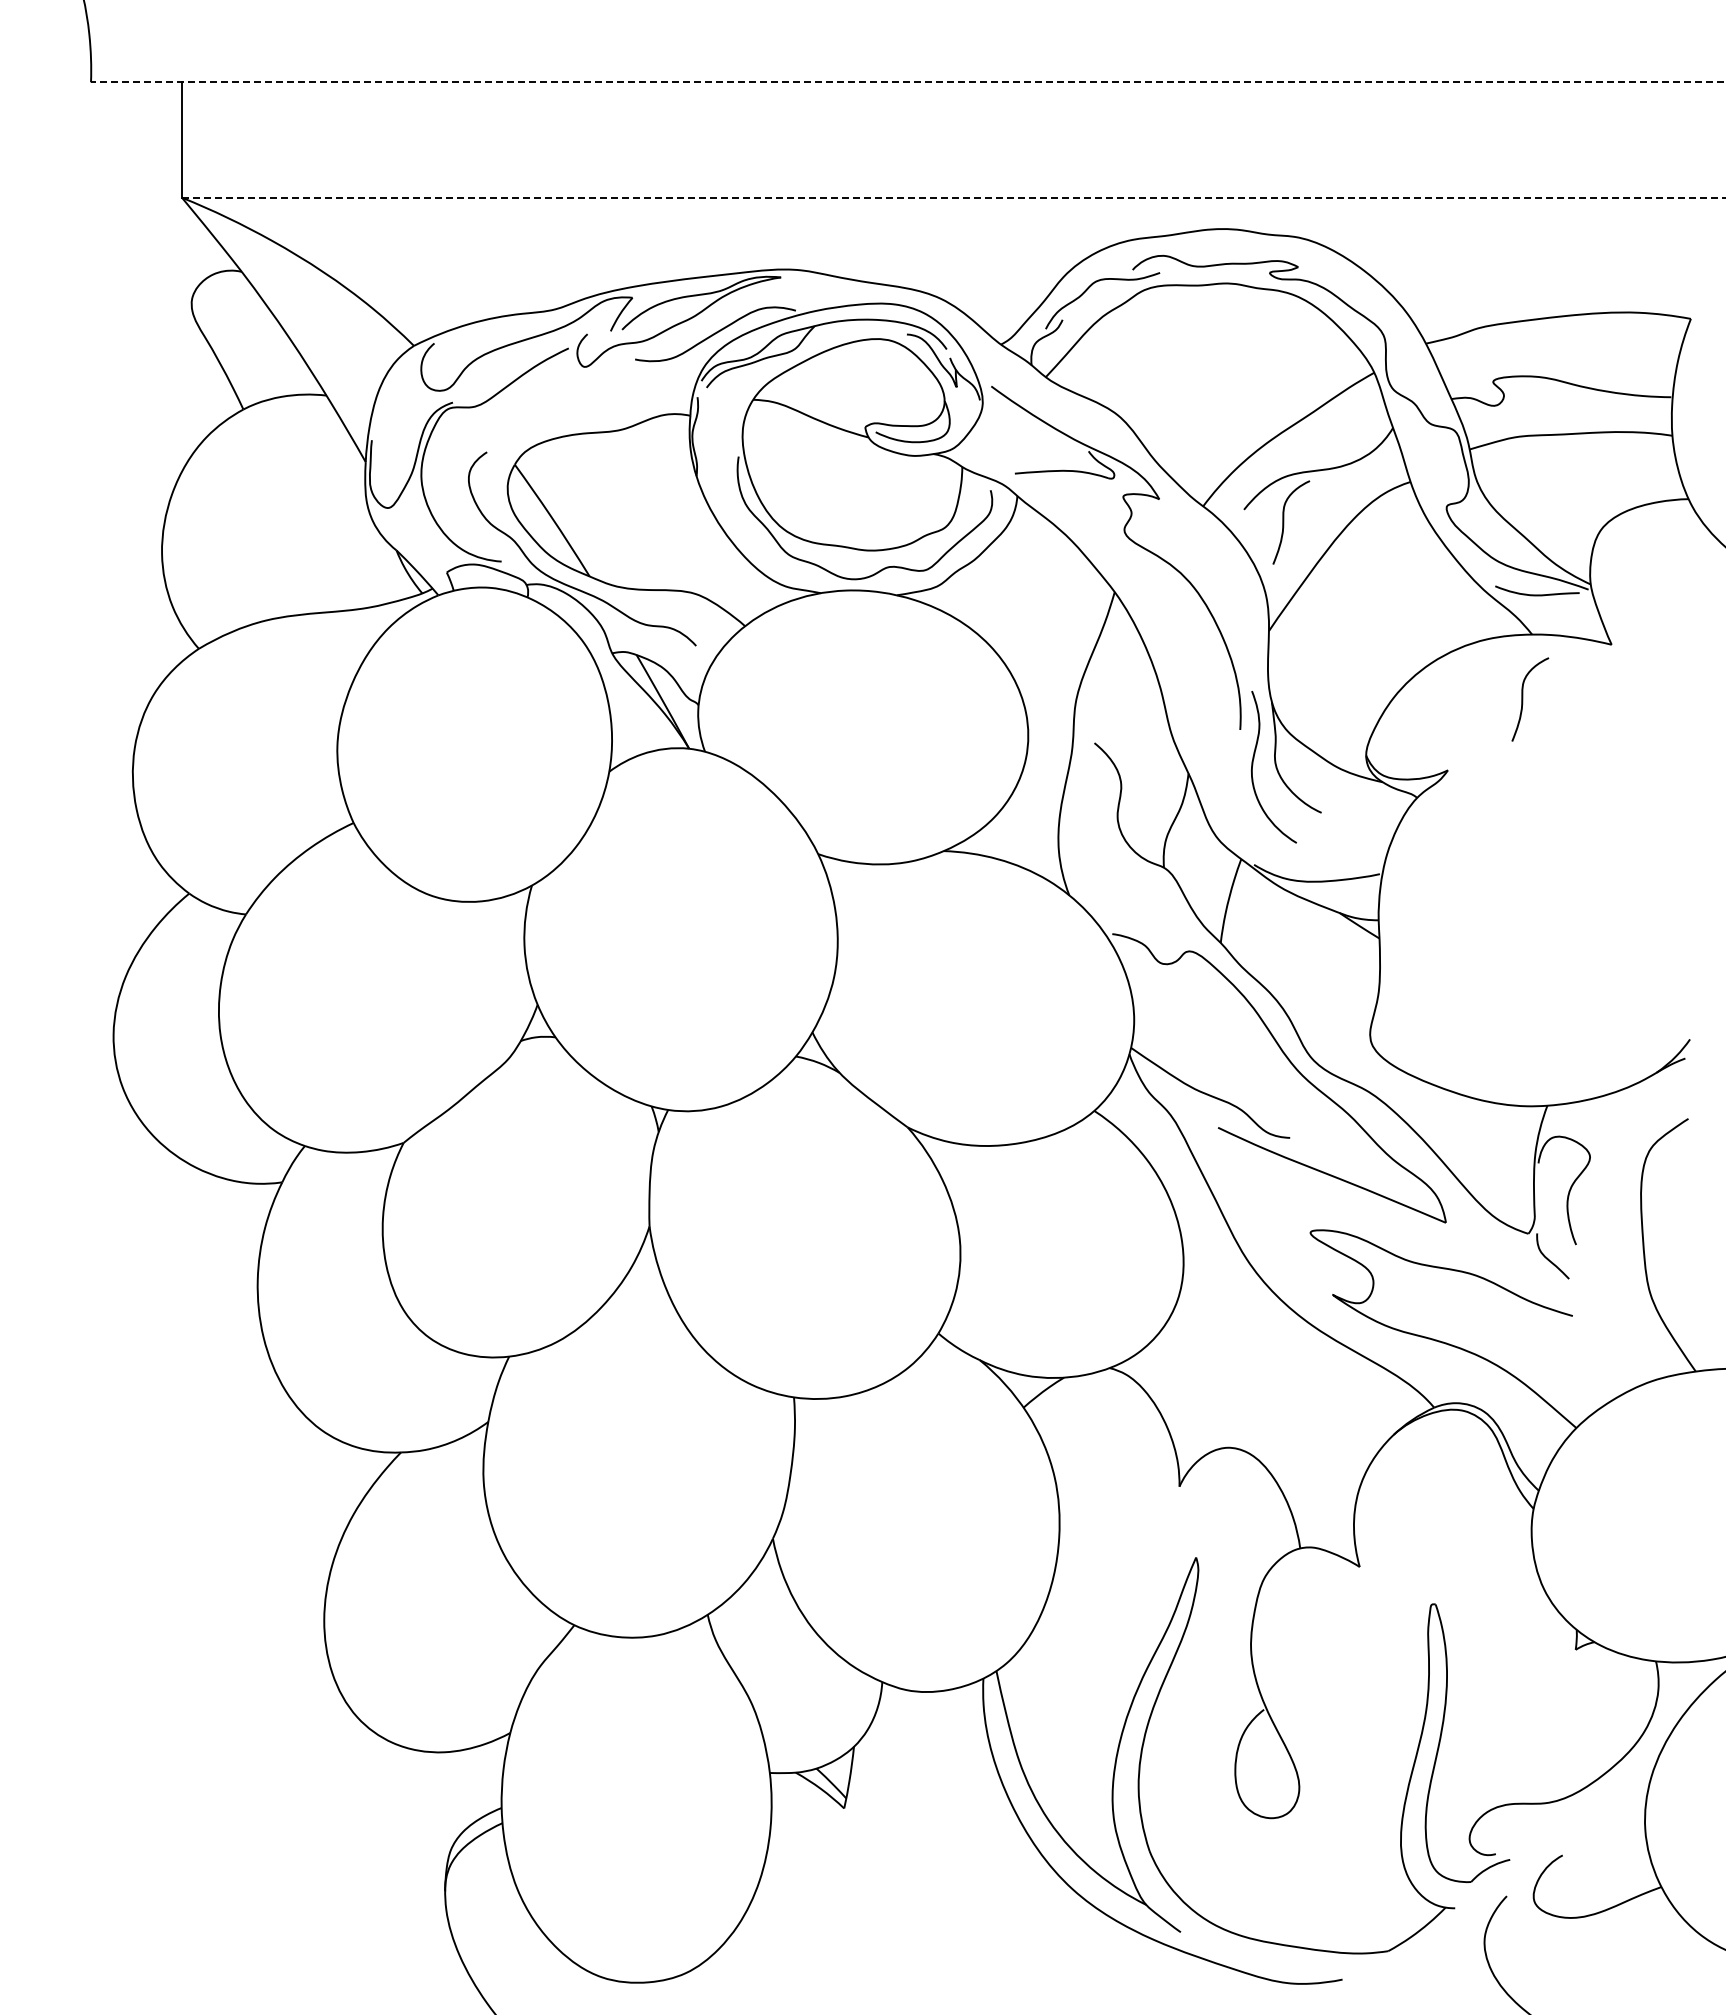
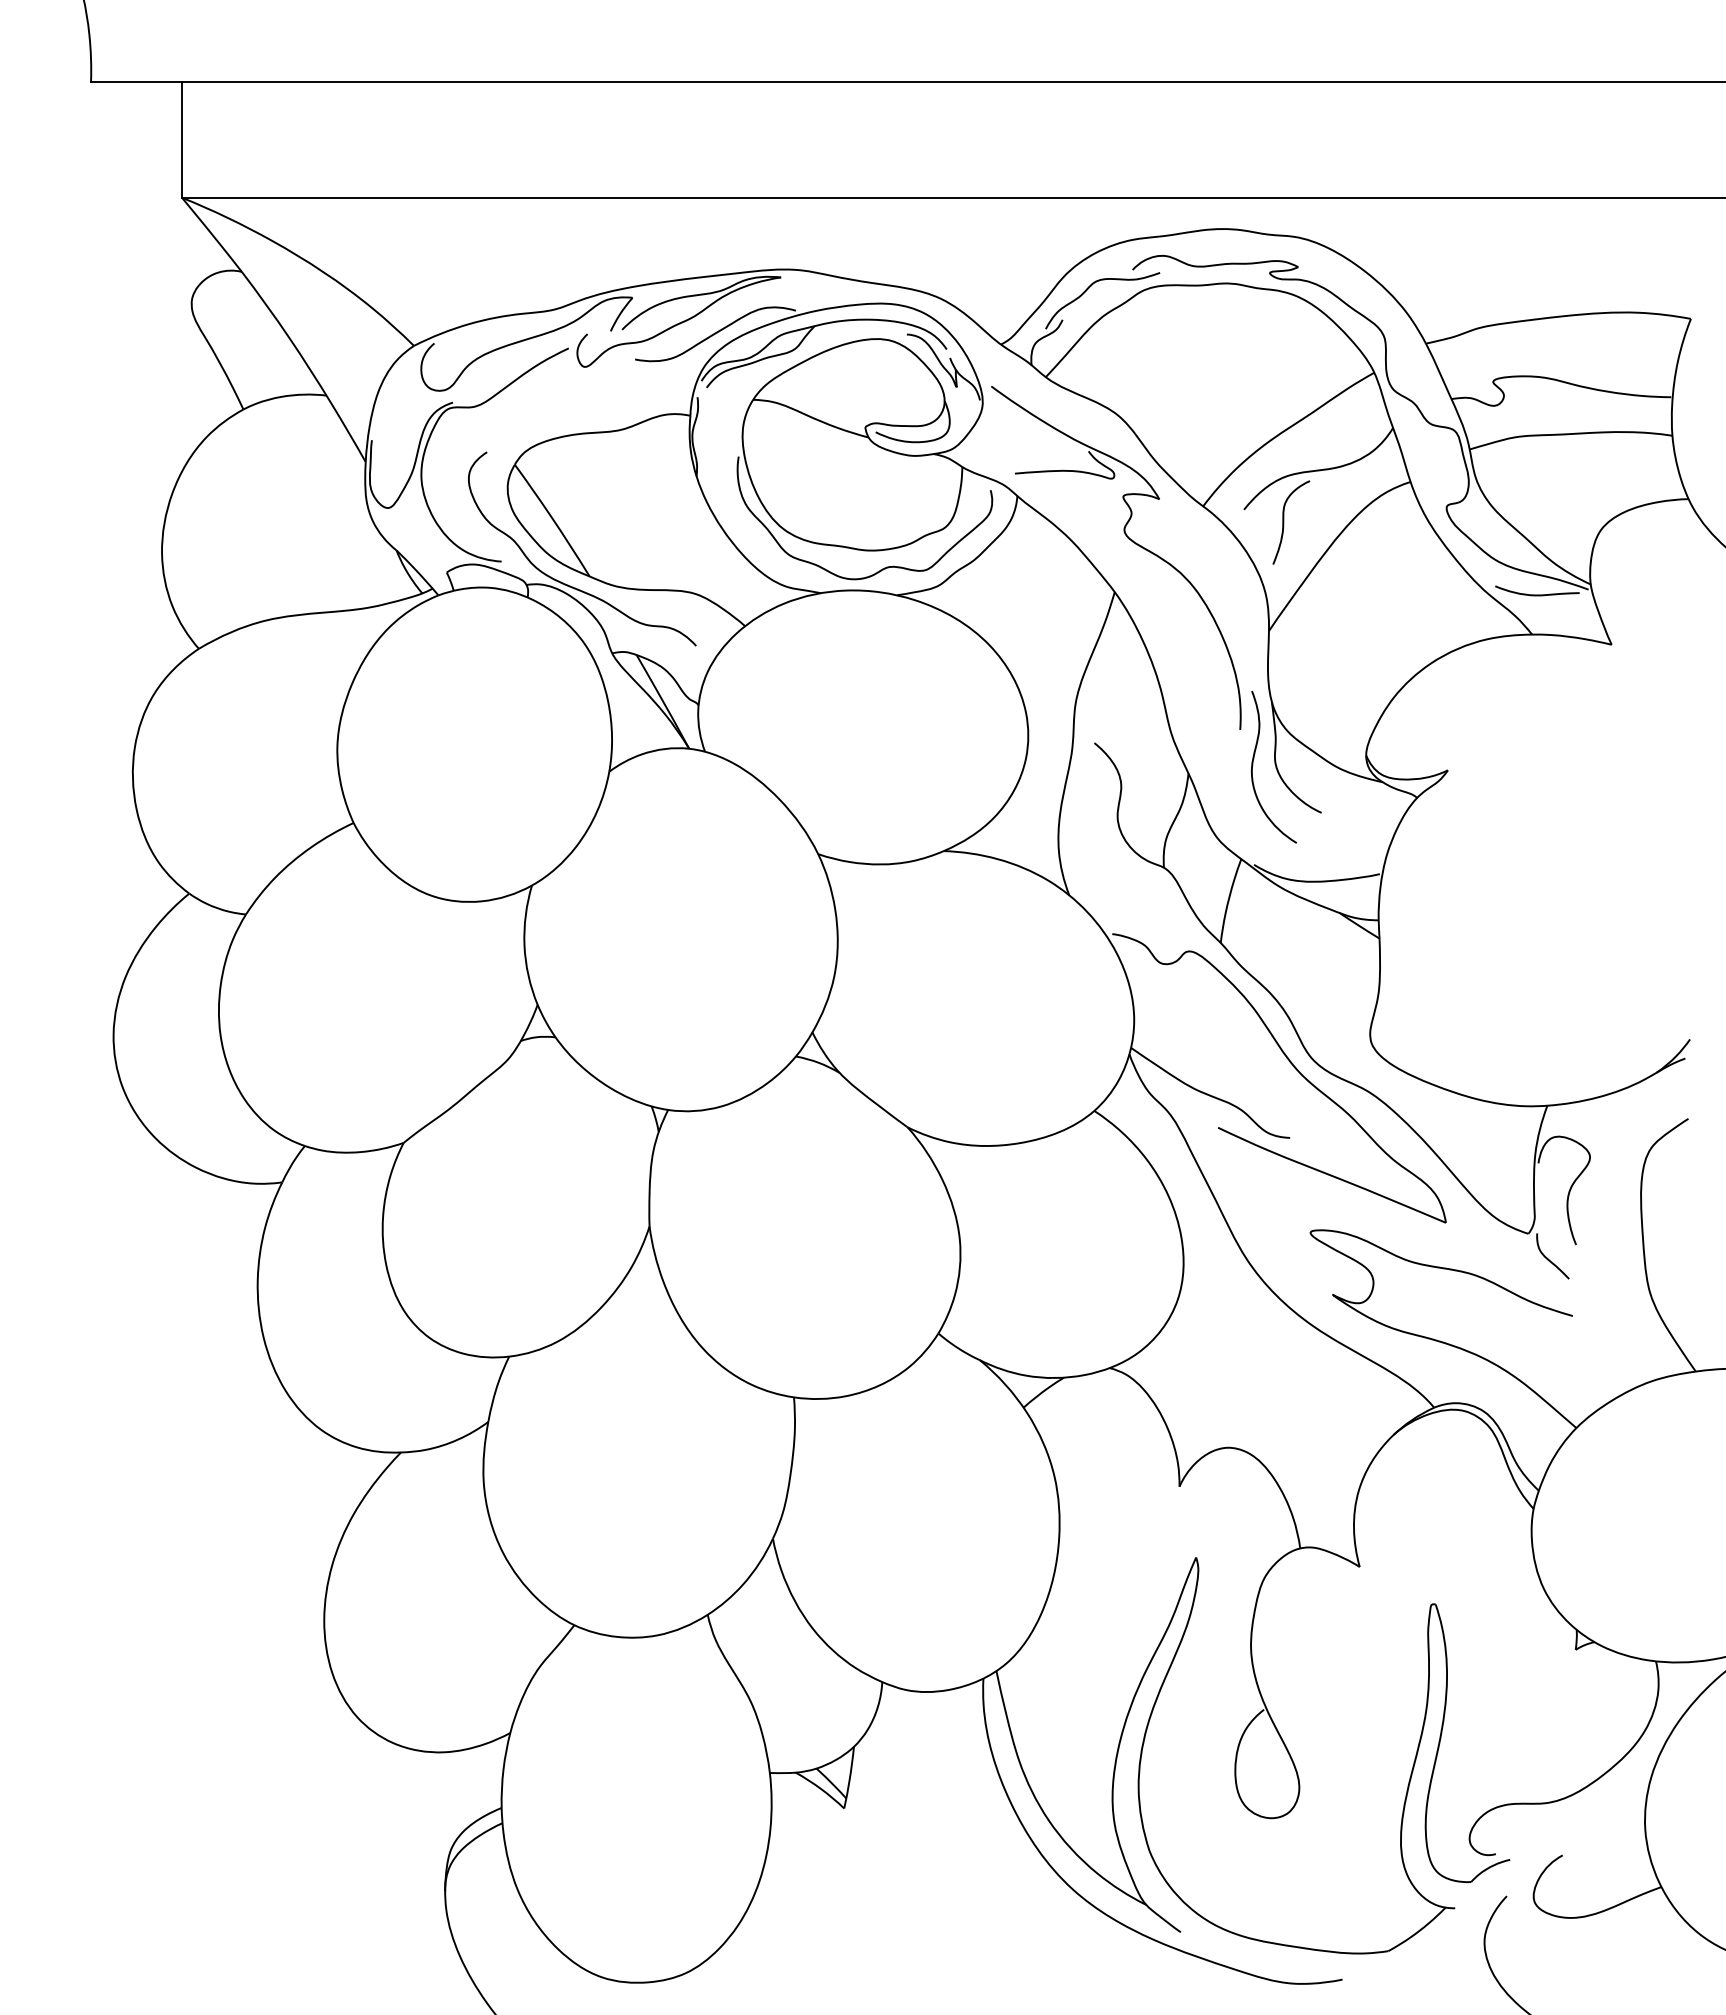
line at (907, 82): dashed -> solid
line at (953, 197): dashed -> solid
curve at (1523, 699): present -> none
